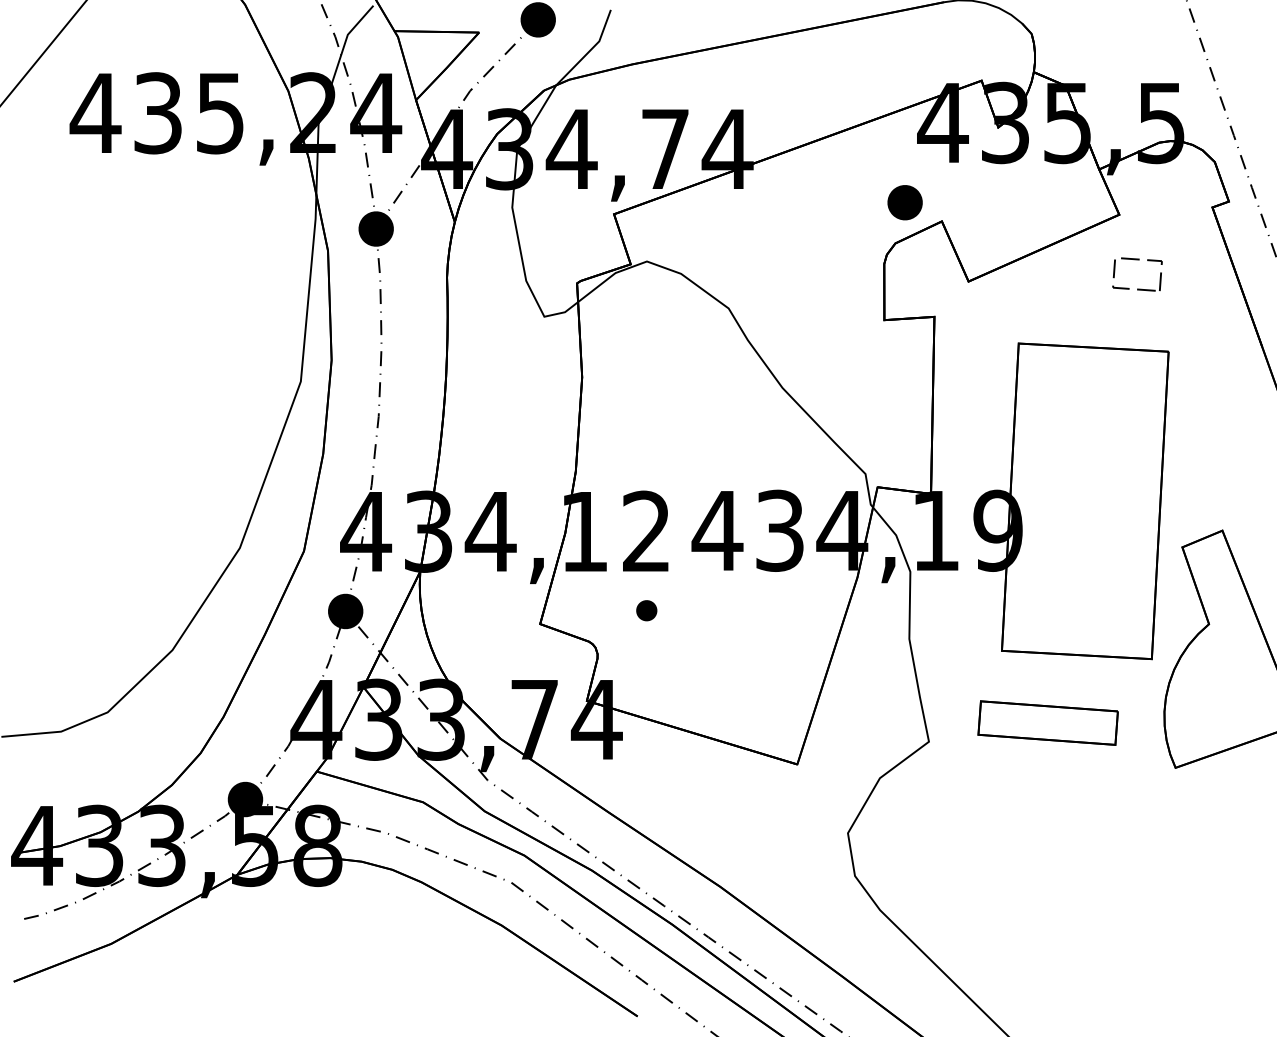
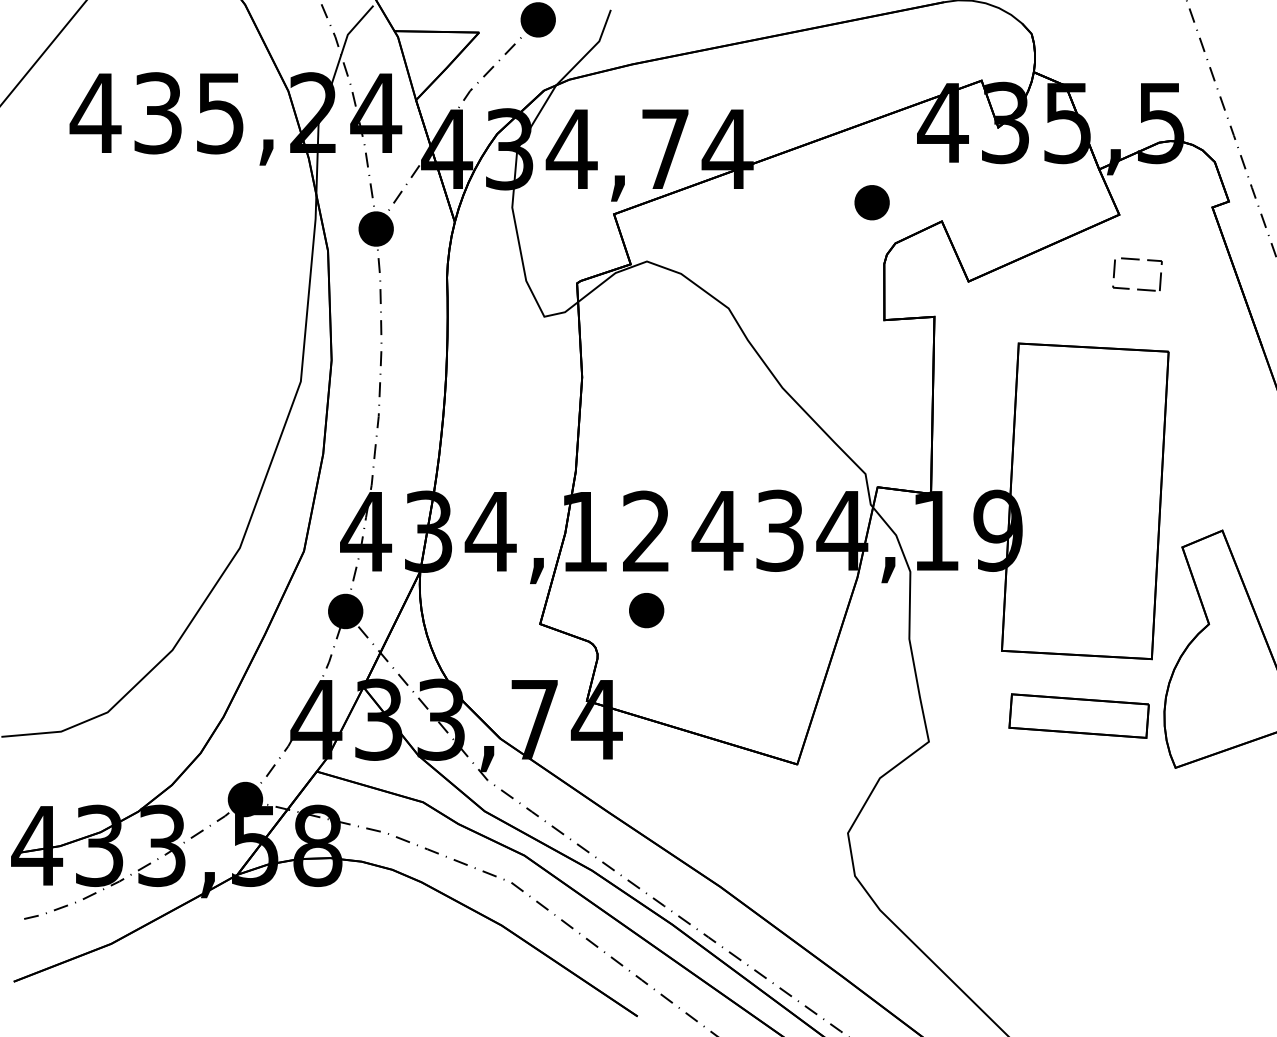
part at (904, 202) position: (904, 202) -> (871, 202)
part at (646, 610) size: 22x22 px -> 36x36 px
part at (1047, 722) position: (1047, 722) -> (1078, 715)
